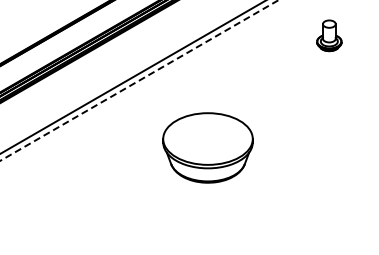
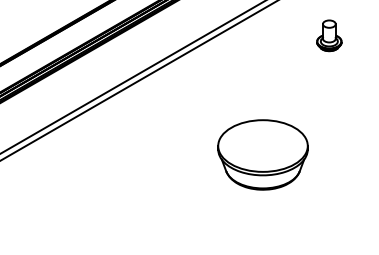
line at (139, 80): dashed -> solid
part at (207, 147) position: (207, 147) -> (262, 154)
